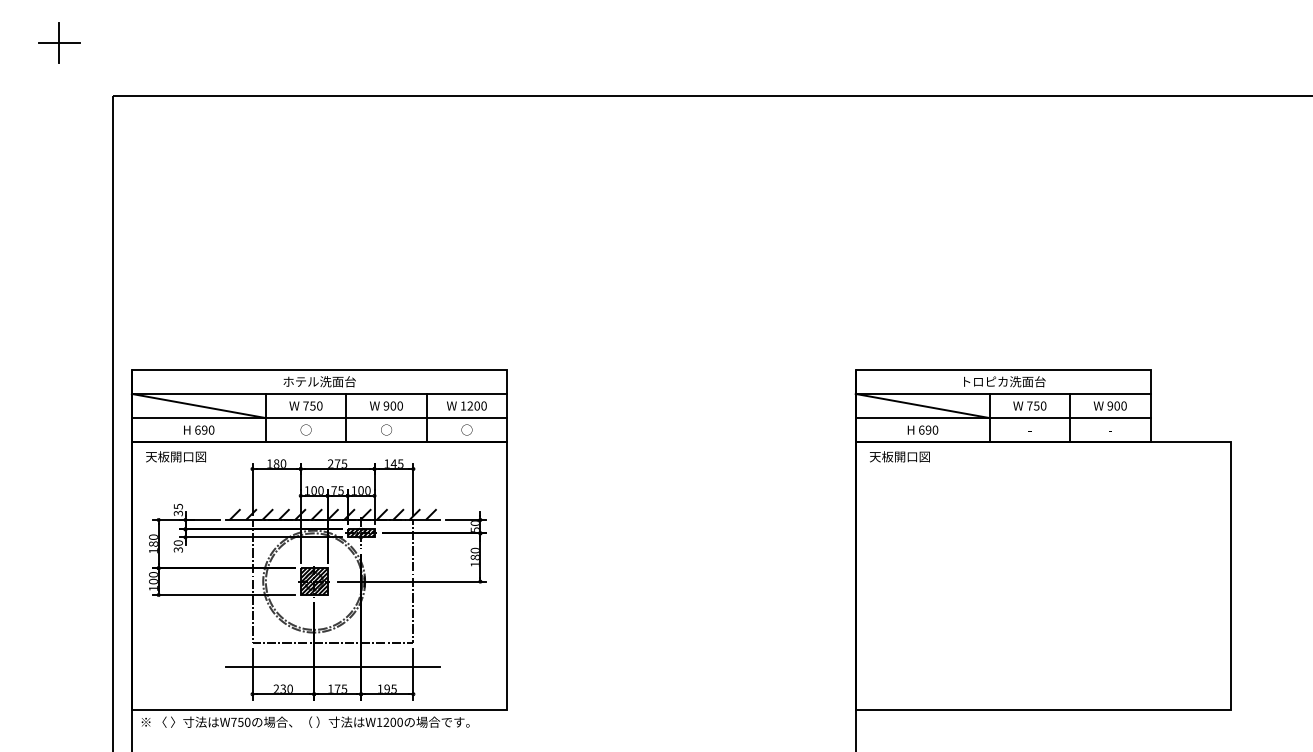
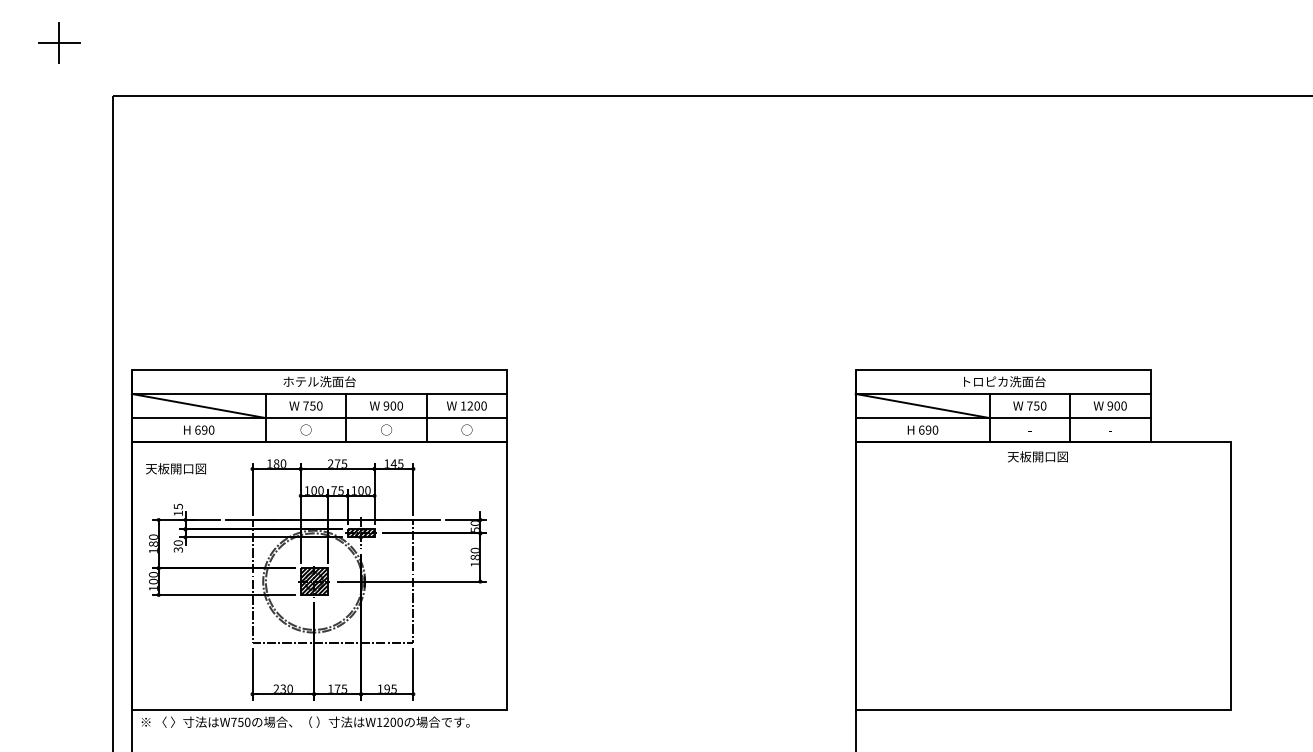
text at (175, 456) position: (175, 456) -> (175, 468)
text at (899, 456) position: (899, 456) -> (1037, 456)
text at (178, 513): 35 -> 15
hatch at (332, 514): present -> none
line at (332, 667): present -> none
